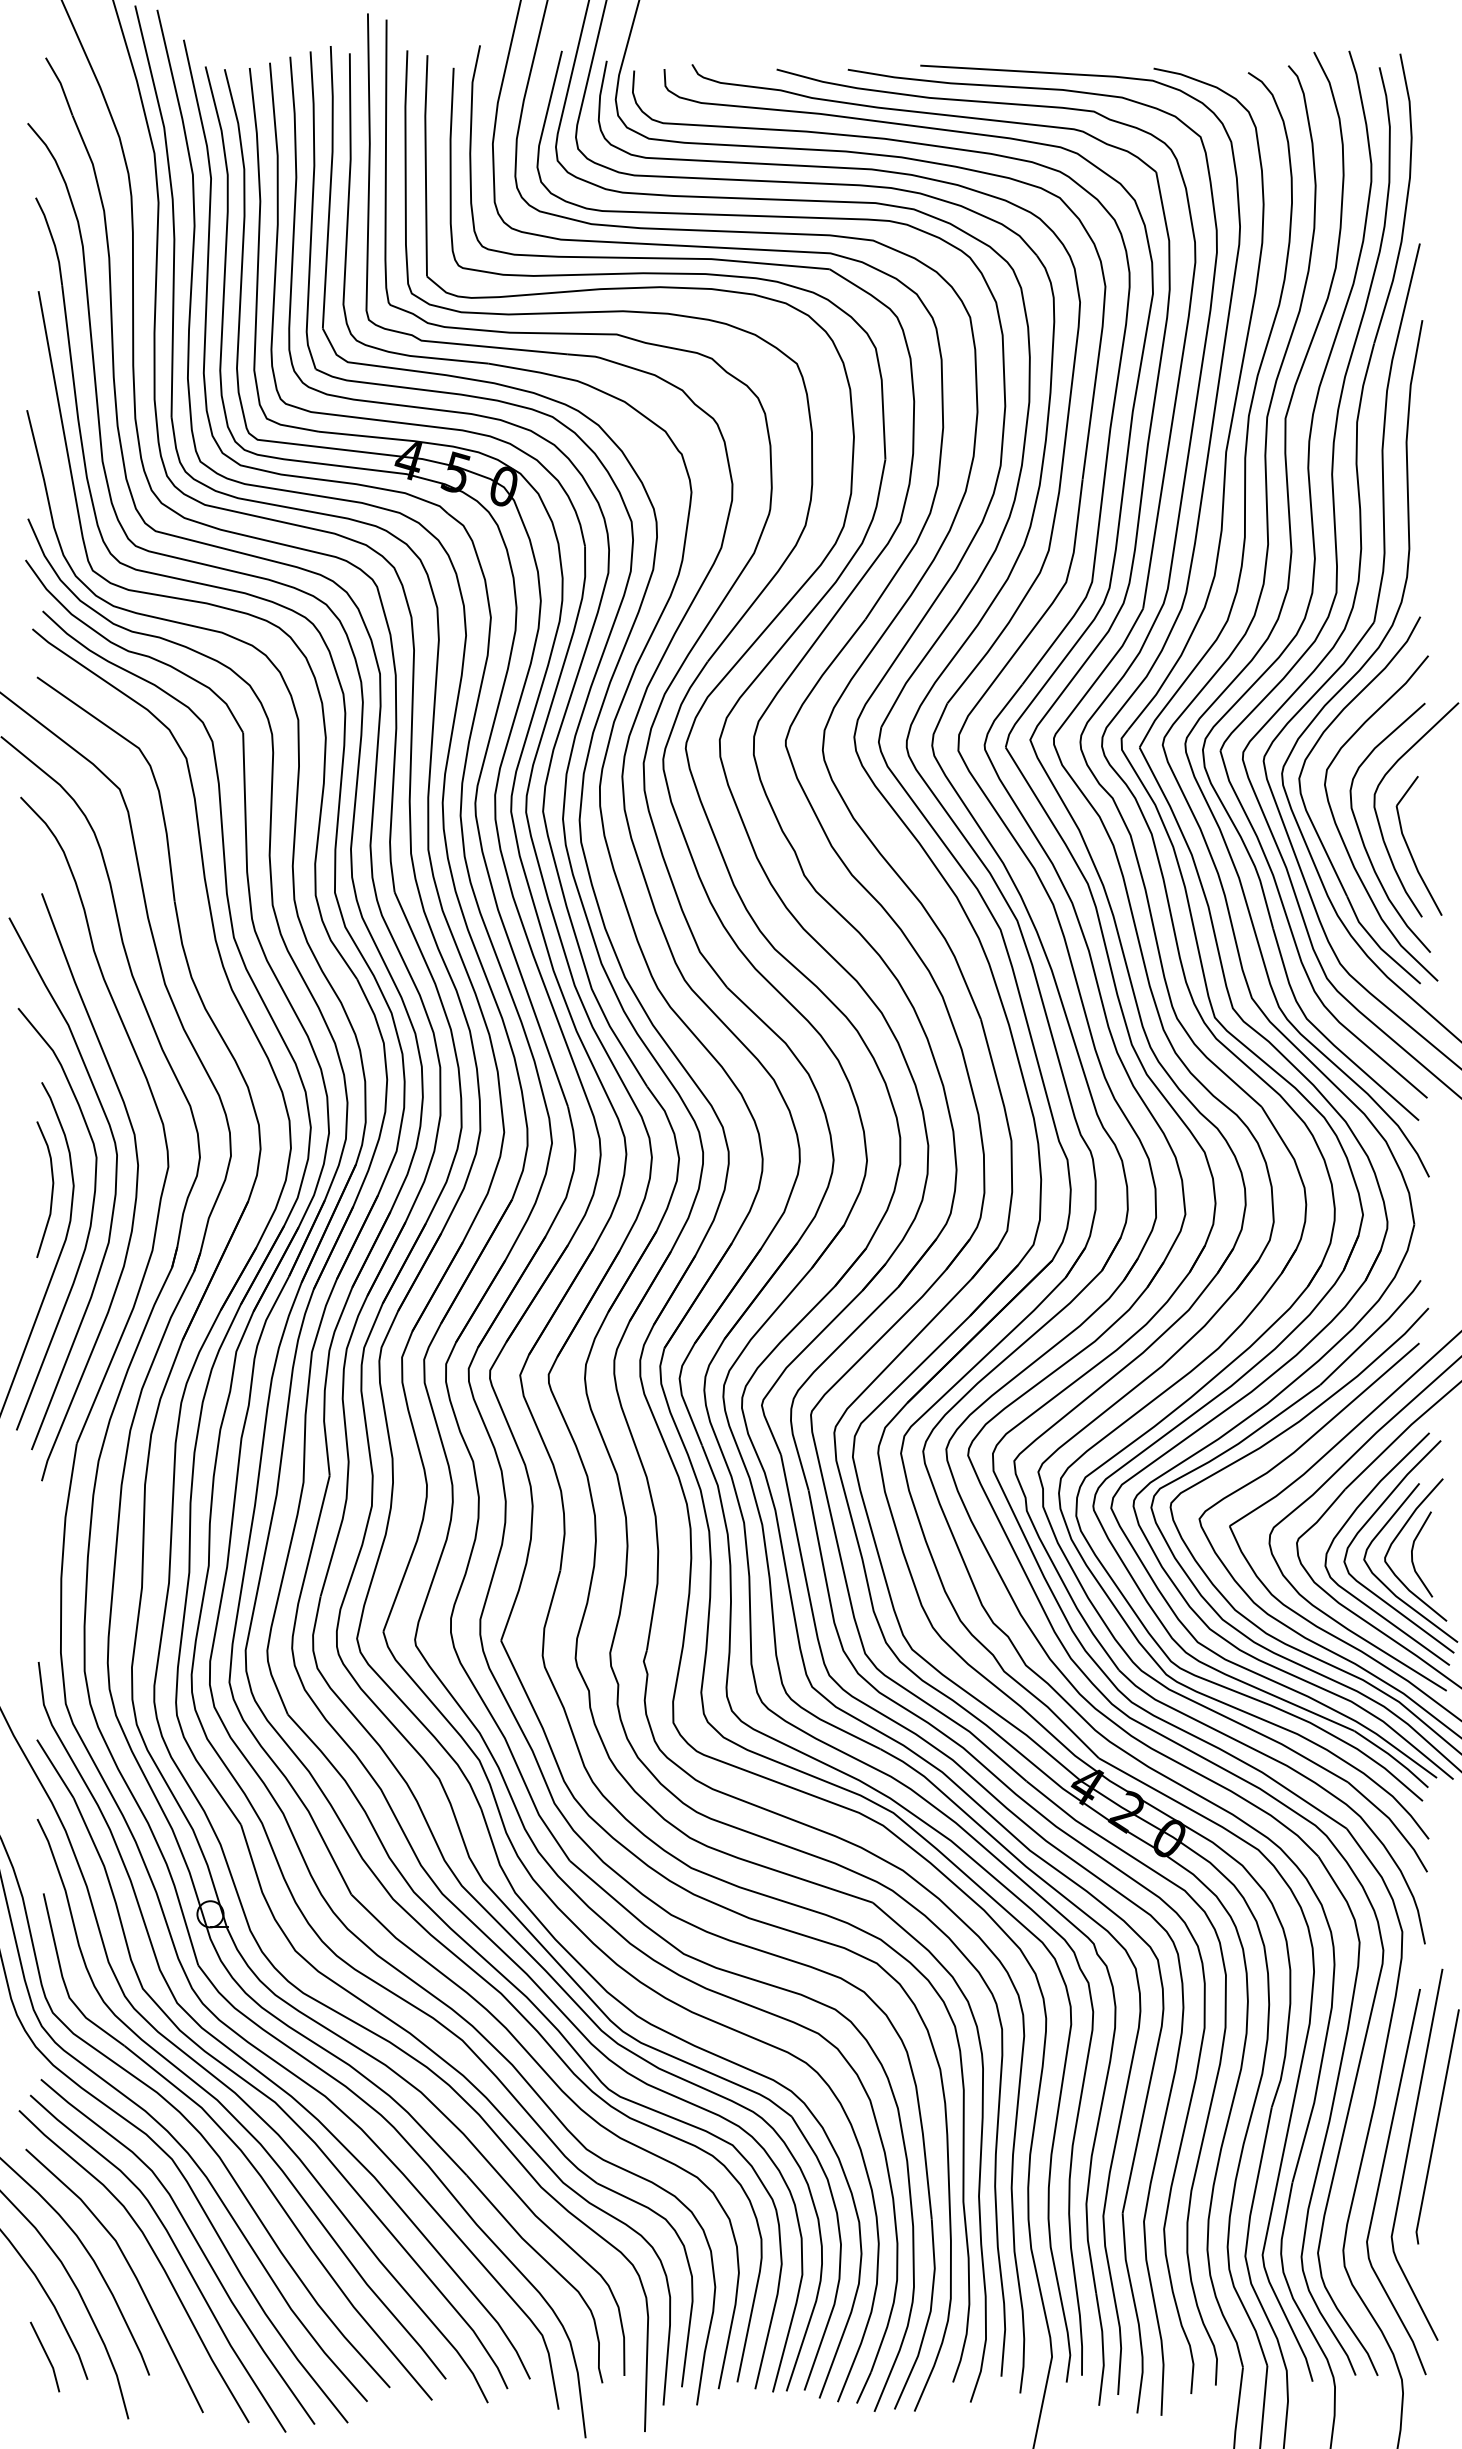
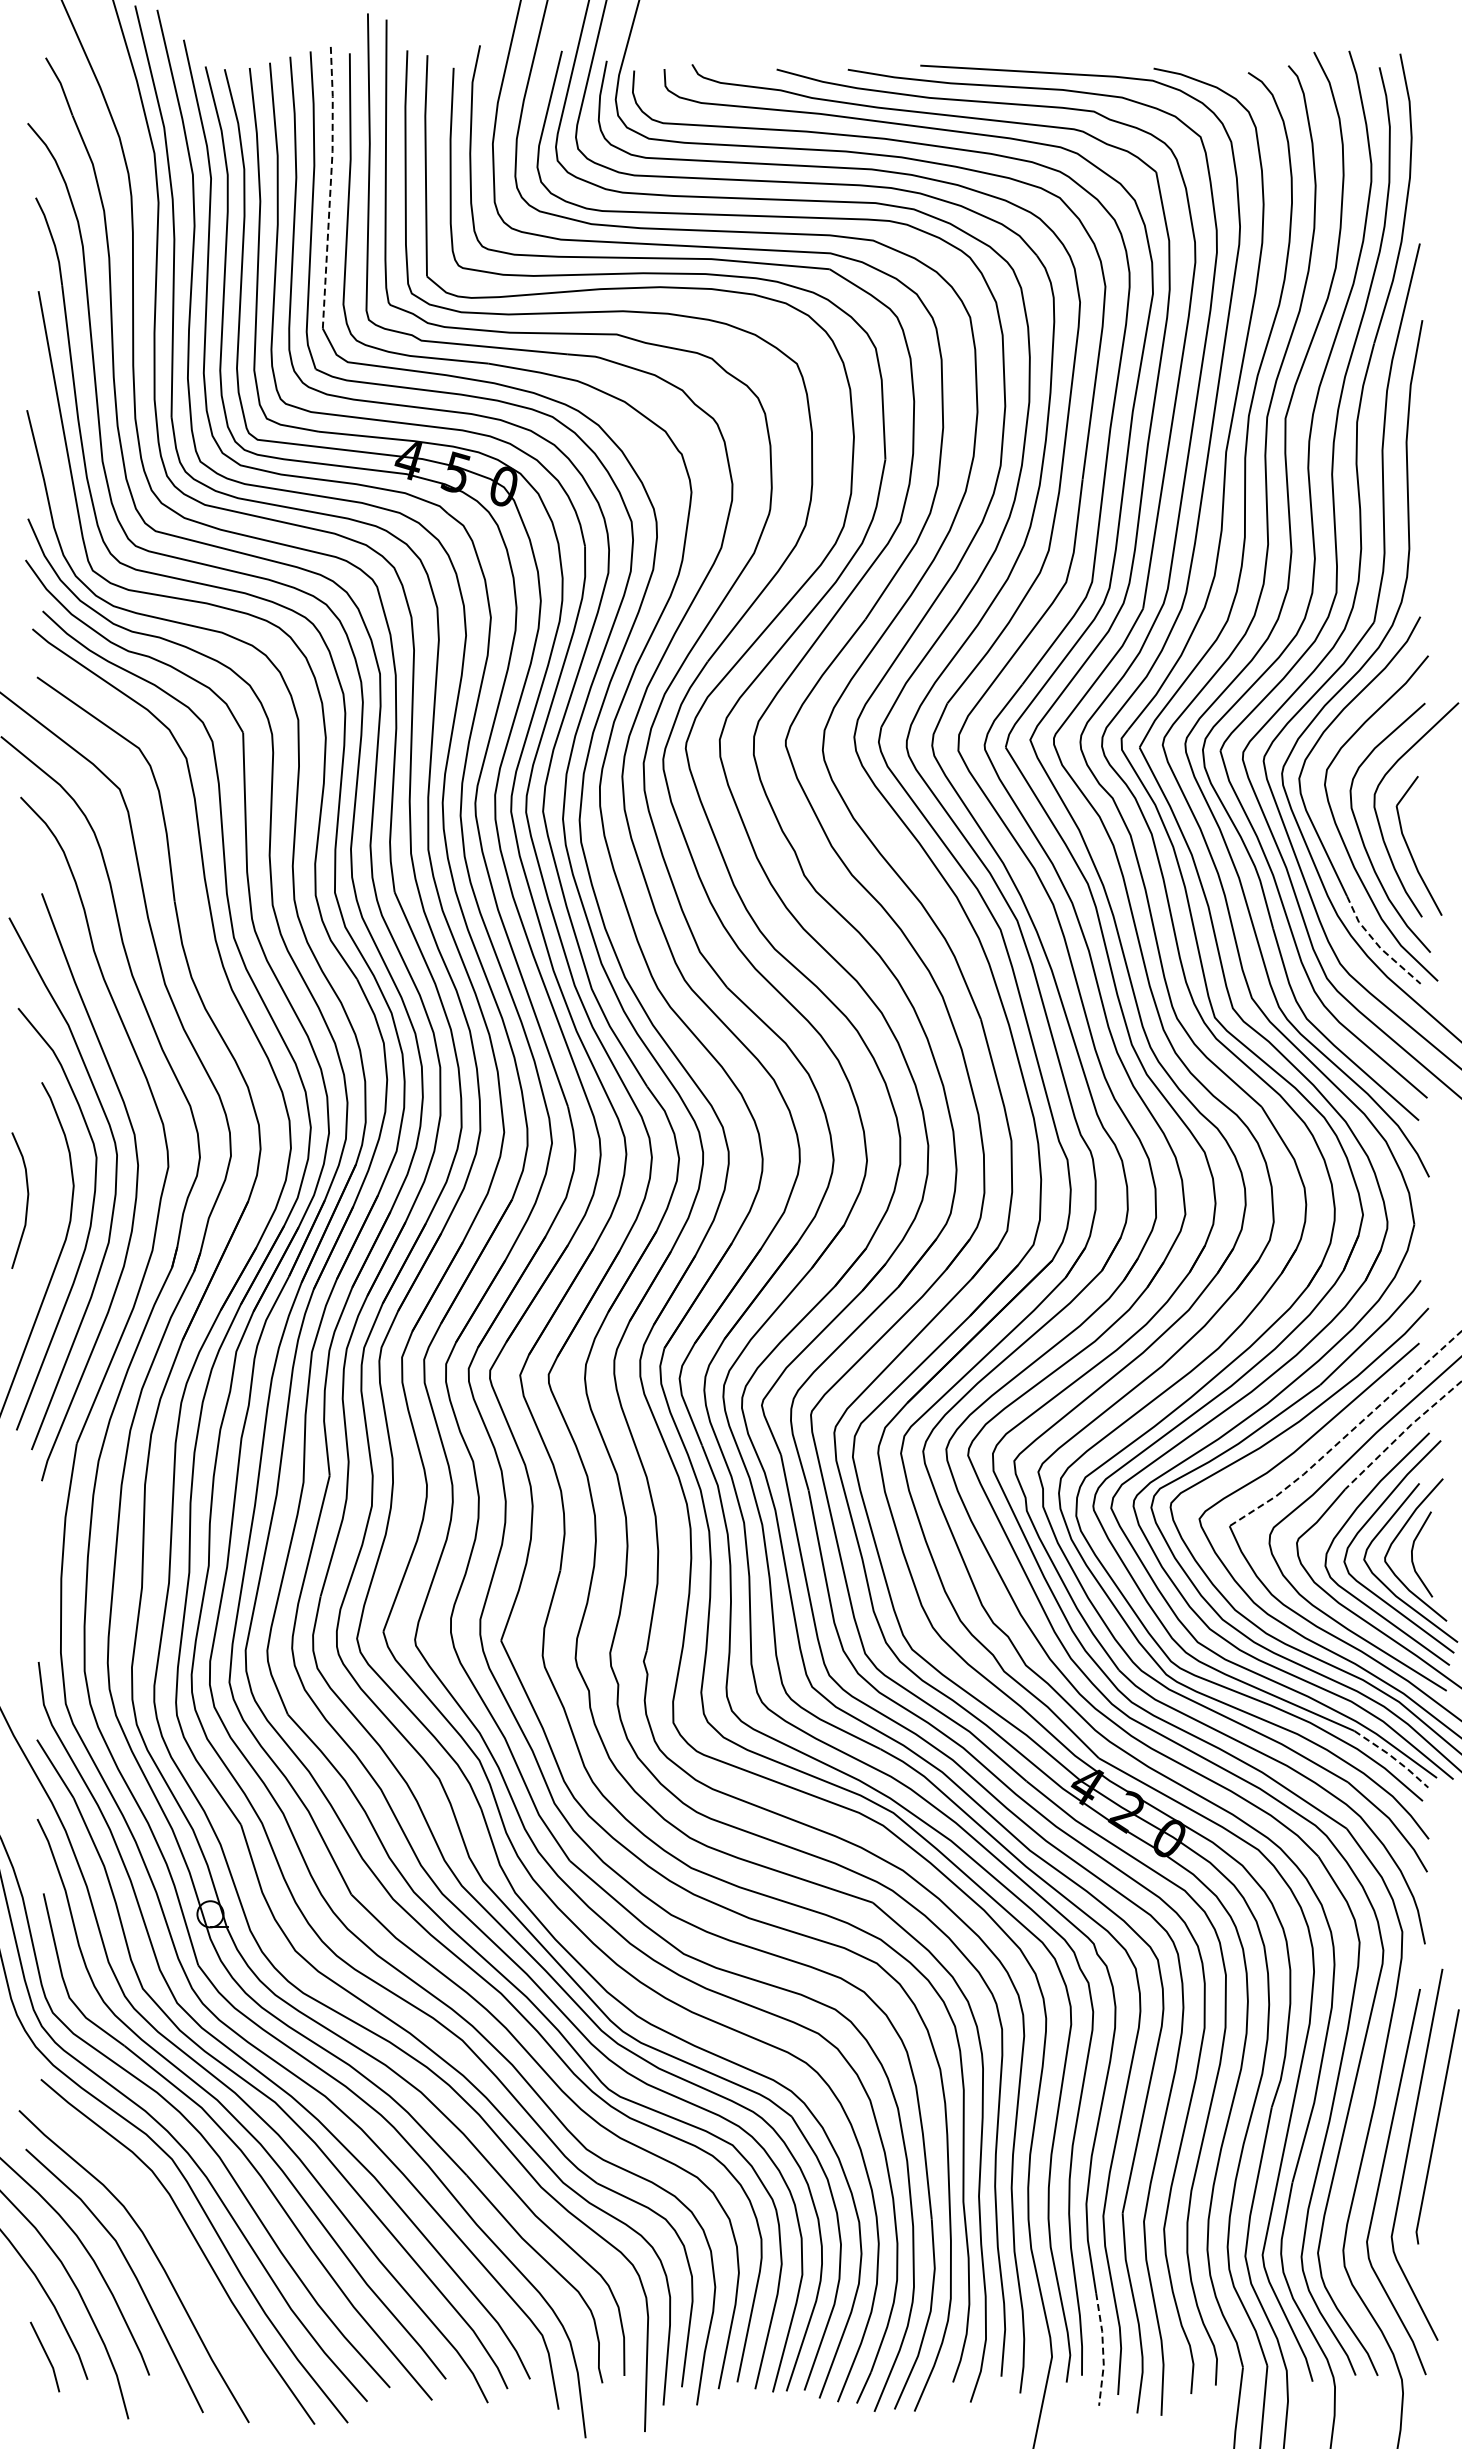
line at (330, 185): solid -> dashed
line at (1377, 944): solid -> dashed
curve at (51, 1189) position: (51, 1189) -> (26, 1200)
line at (1402, 1433): solid -> dashed
line at (1347, 1434): solid -> dashed
line at (1393, 1757): solid -> dashed
curve at (177, 2252): present -> none
line at (1103, 2349): solid -> dashed
